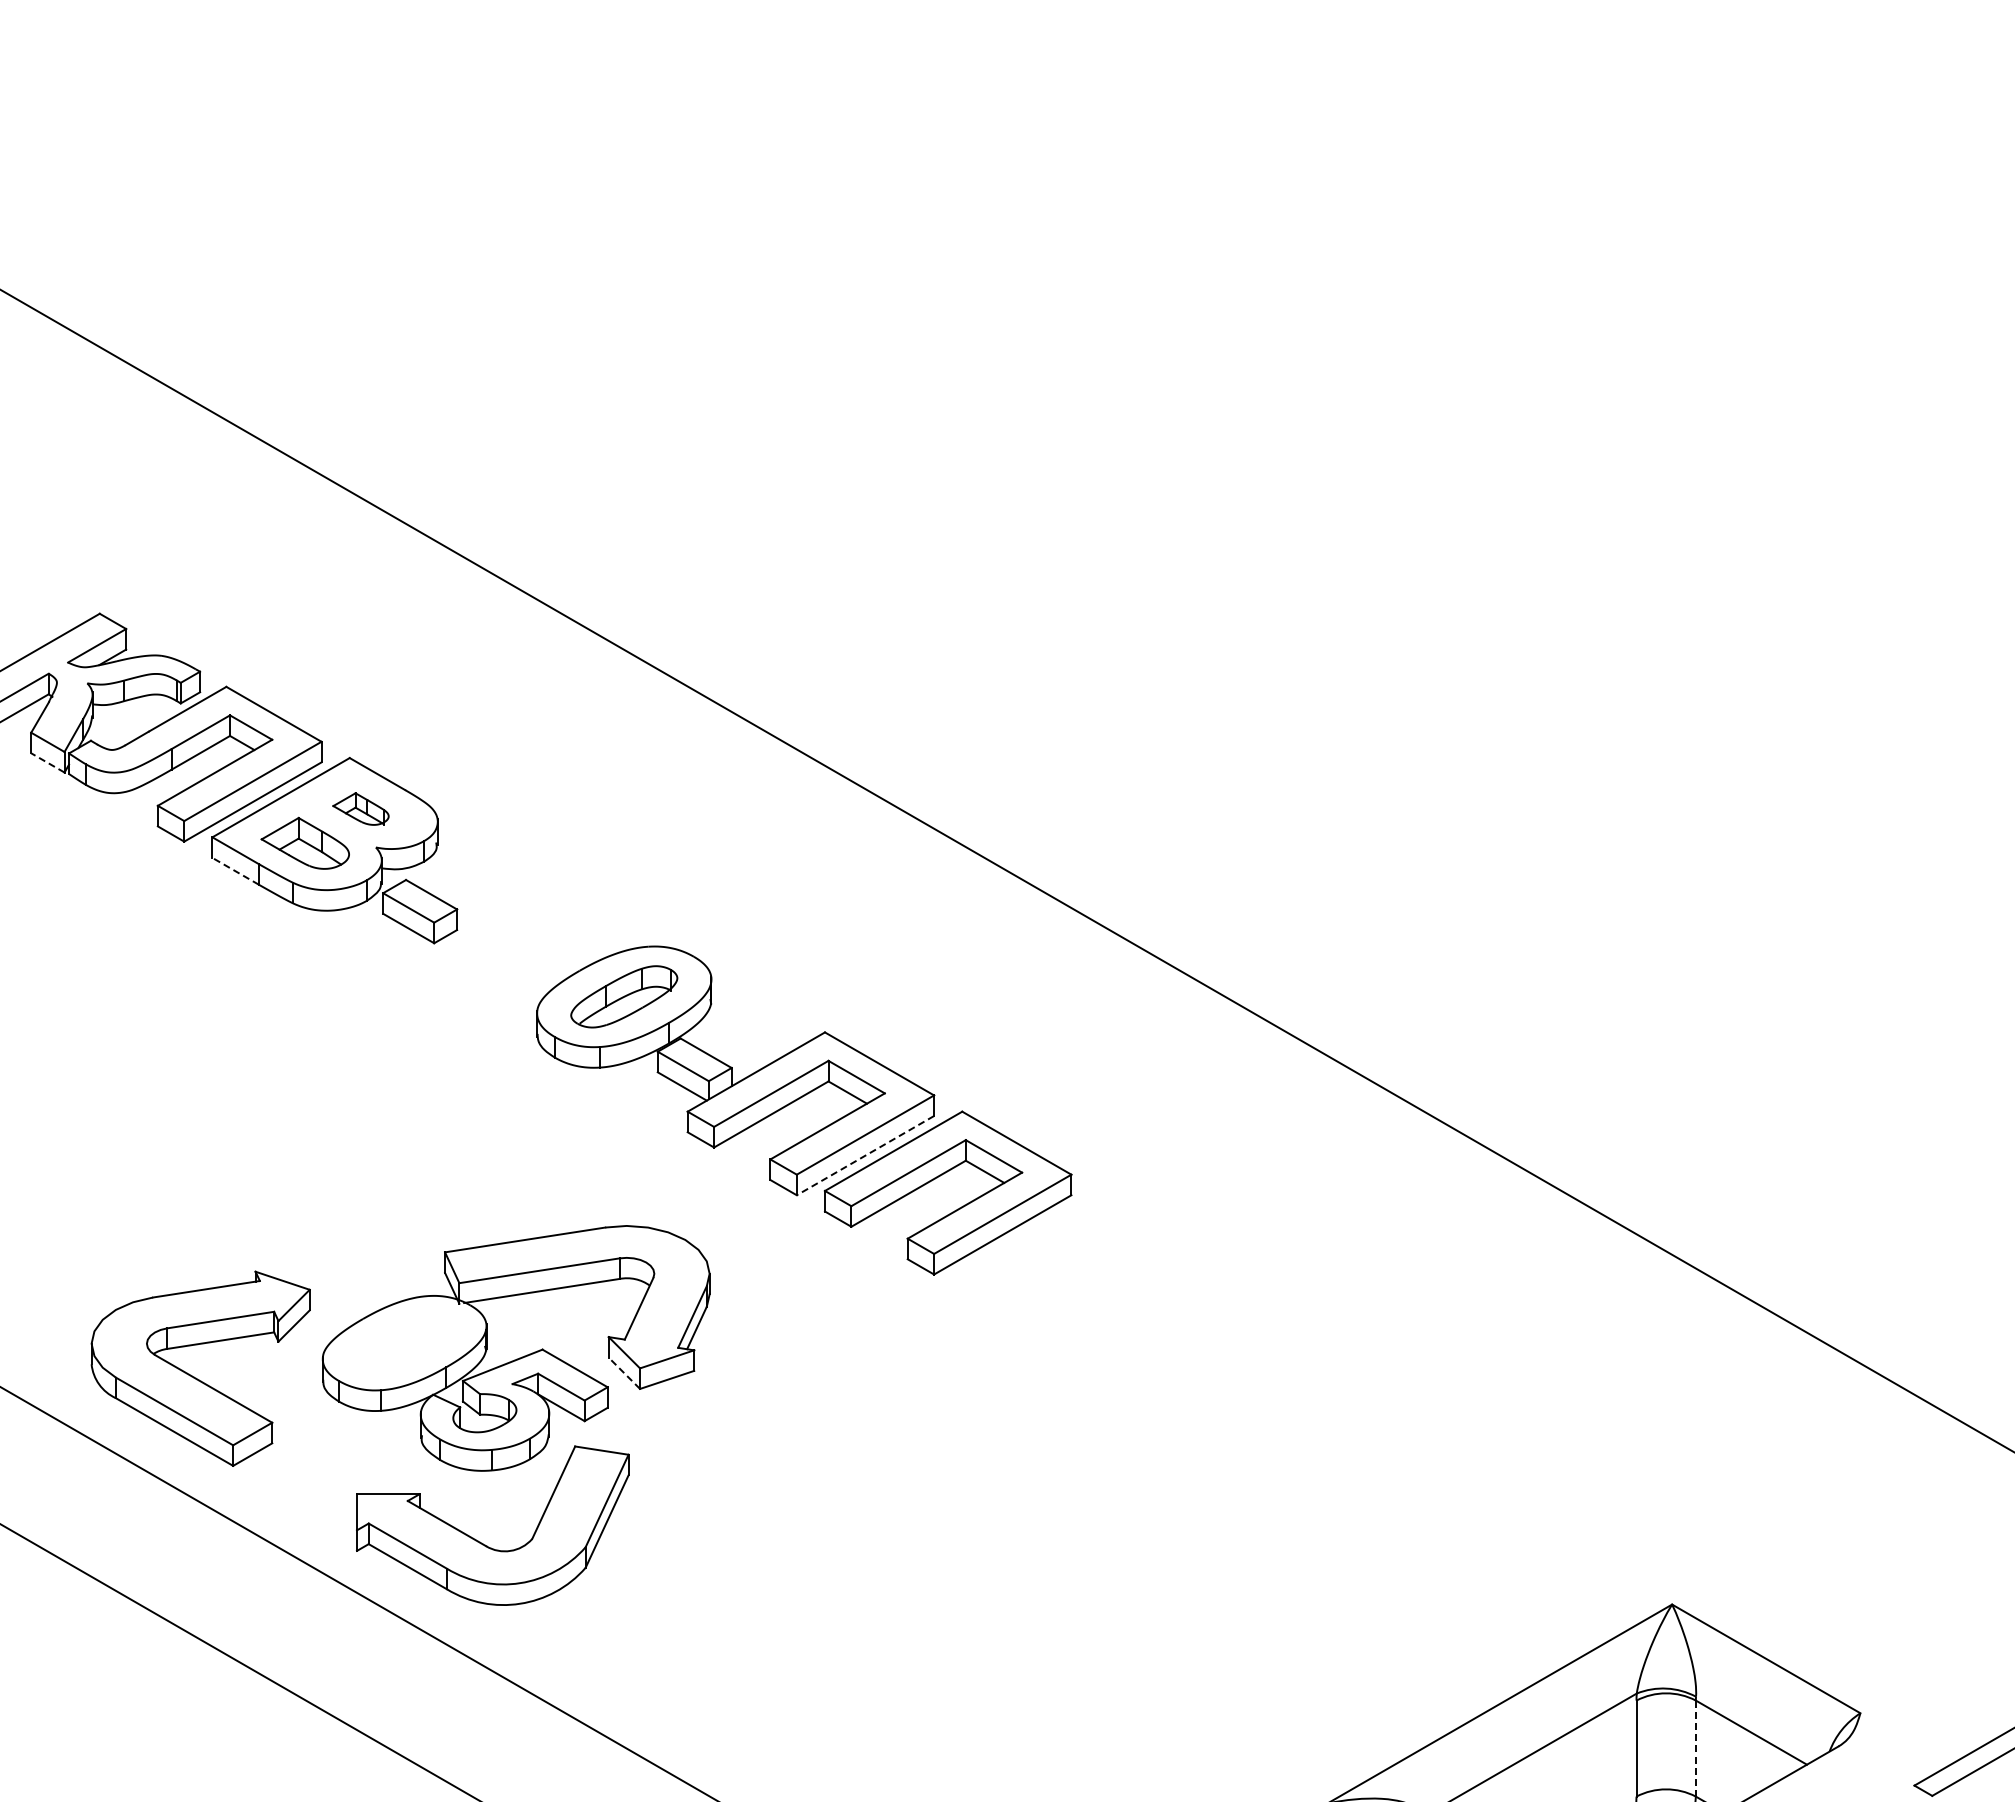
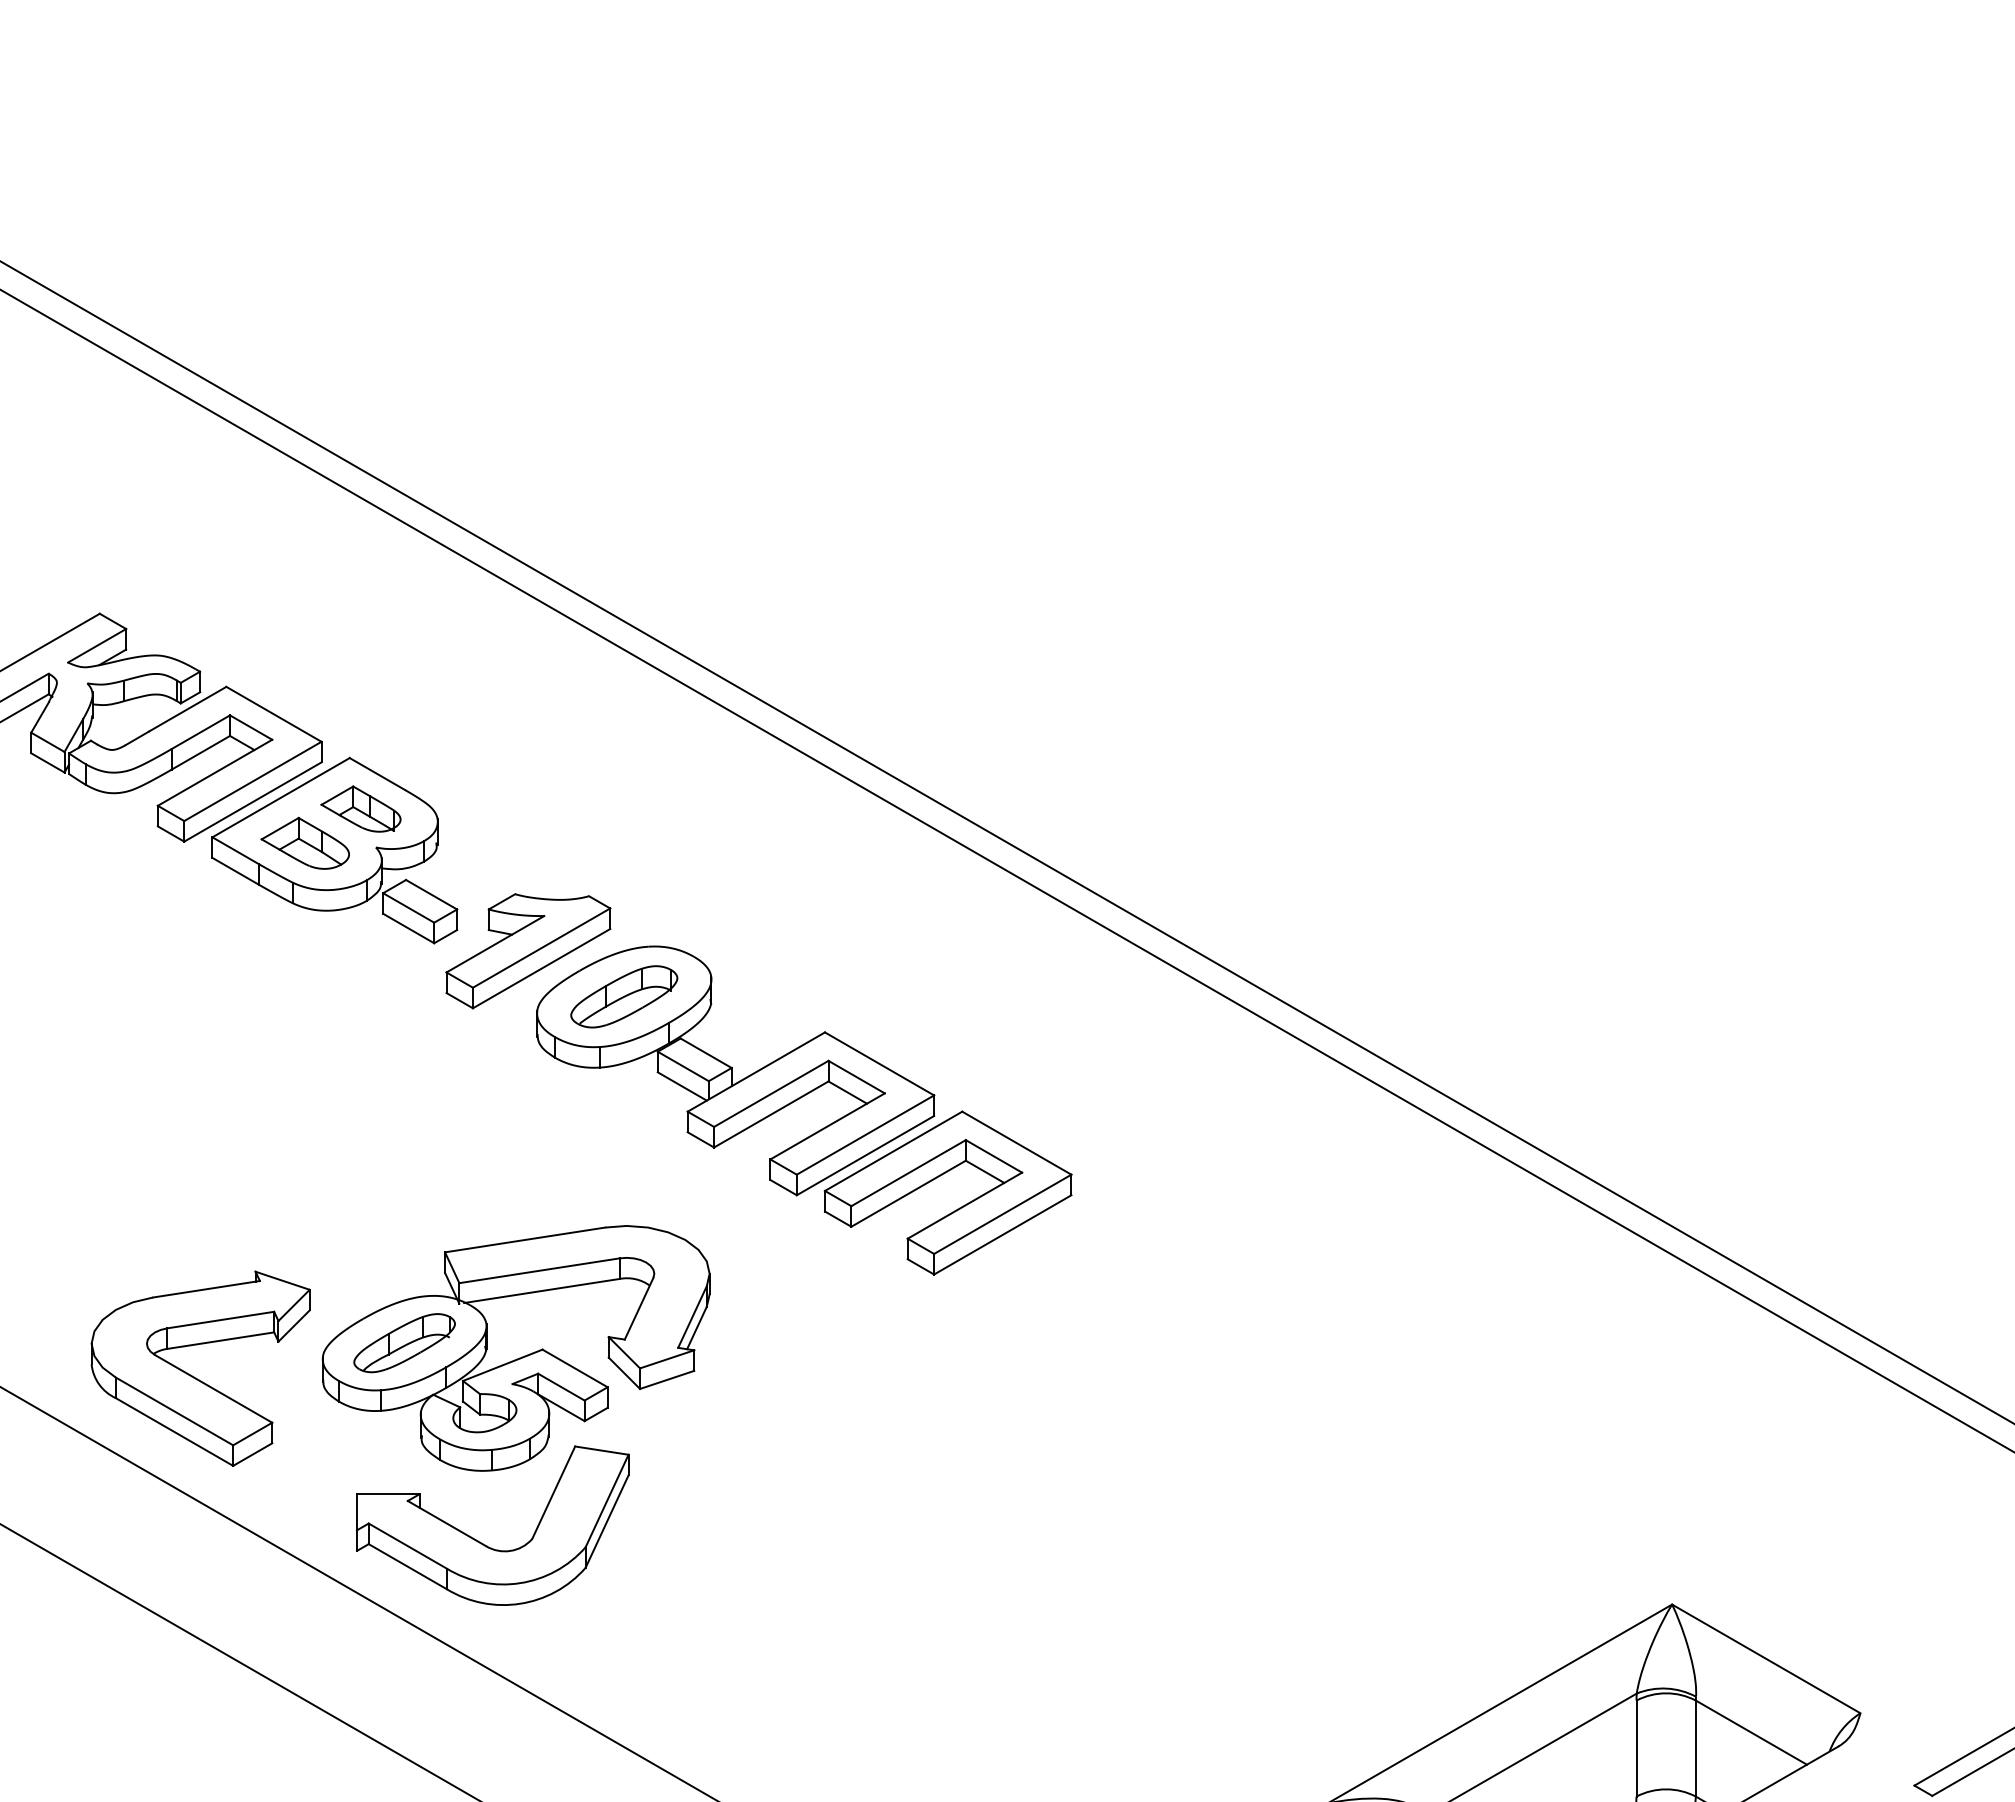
line at (47, 762): dashed -> solid
part at (360, 808) size: 58x34 px -> 82x48 px
line at (1006, 842): none -> present
line at (235, 871): dashed -> solid
part at (528, 951): none -> present
line at (865, 1155): dashed -> solid
part at (404, 1343): none -> present
line at (624, 1372): dashed -> solid
line at (1695, 1749): dashed -> solid
